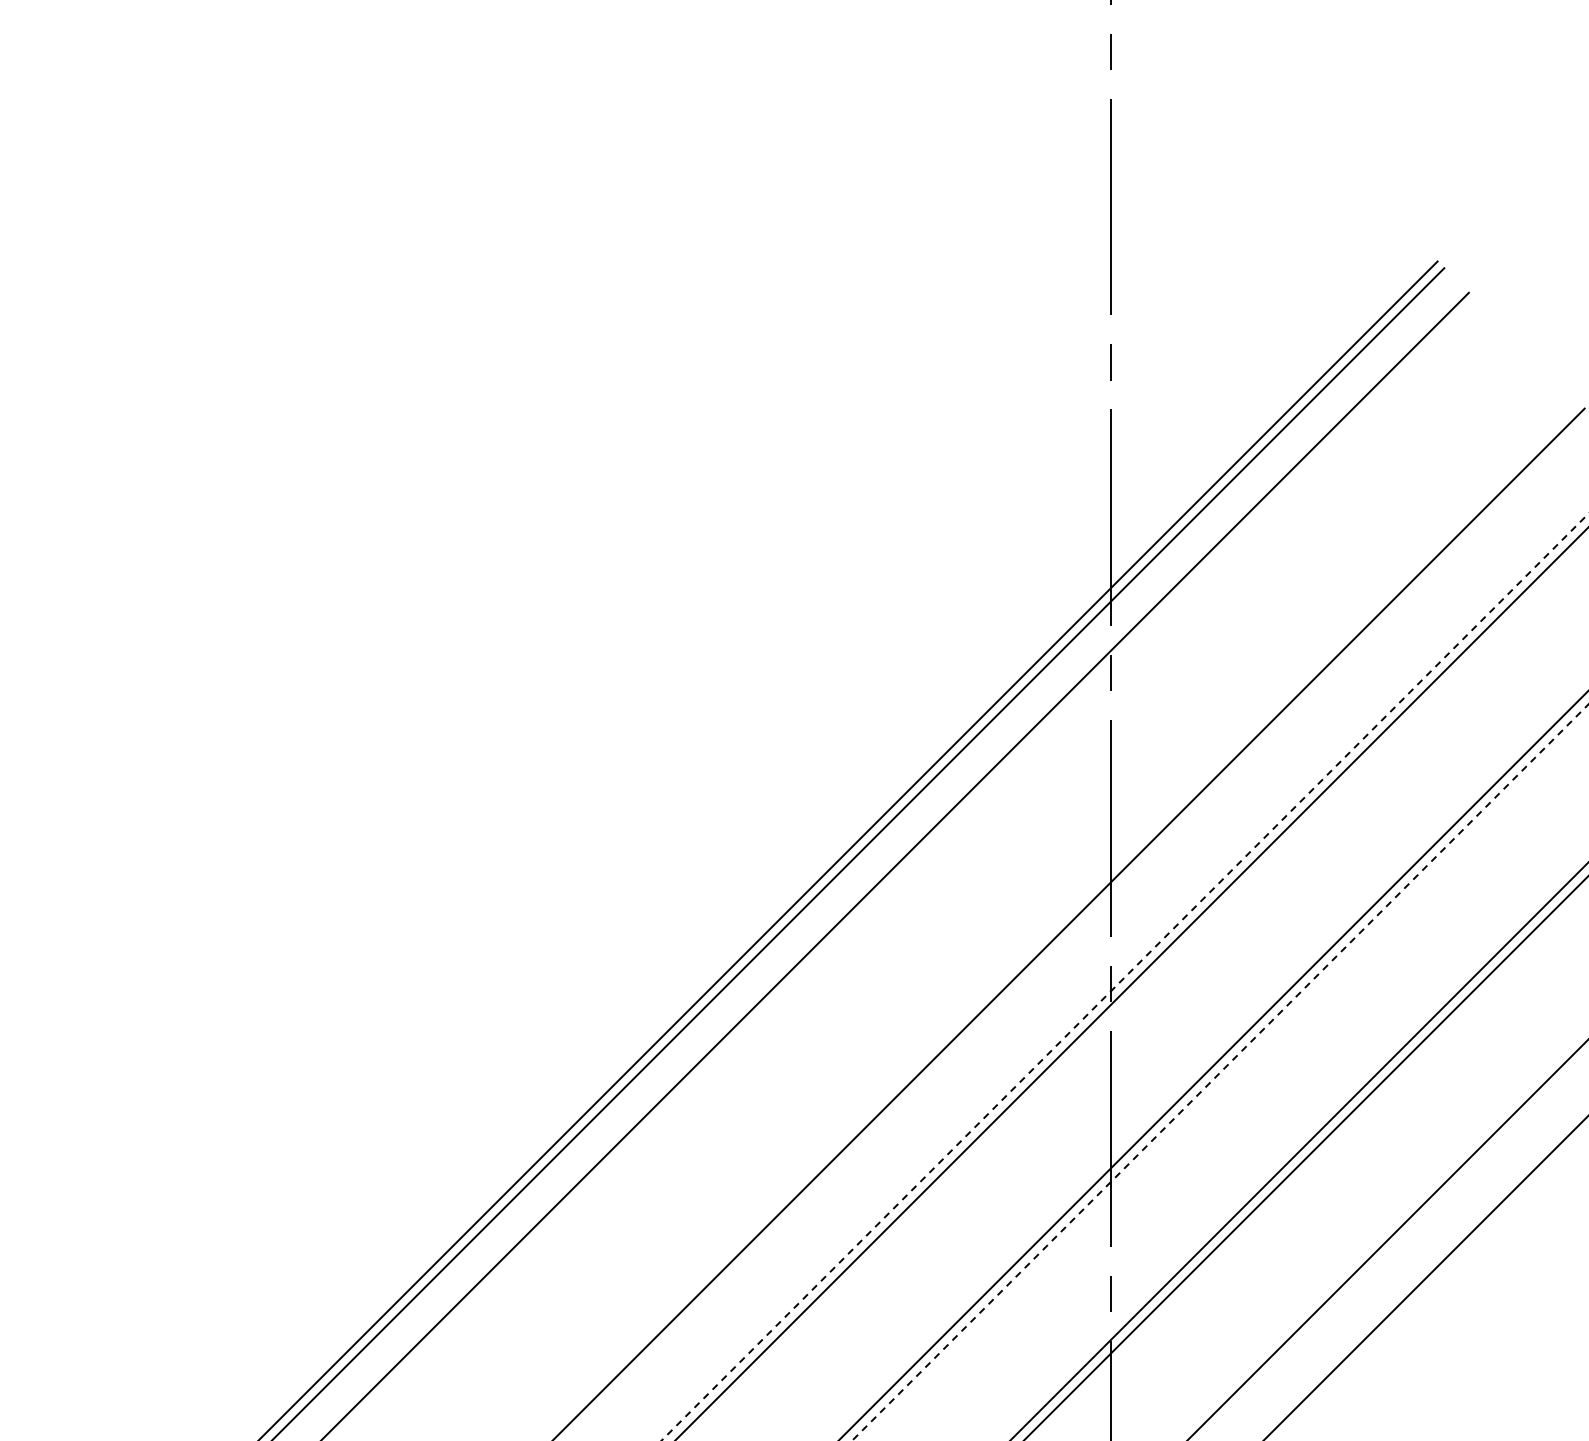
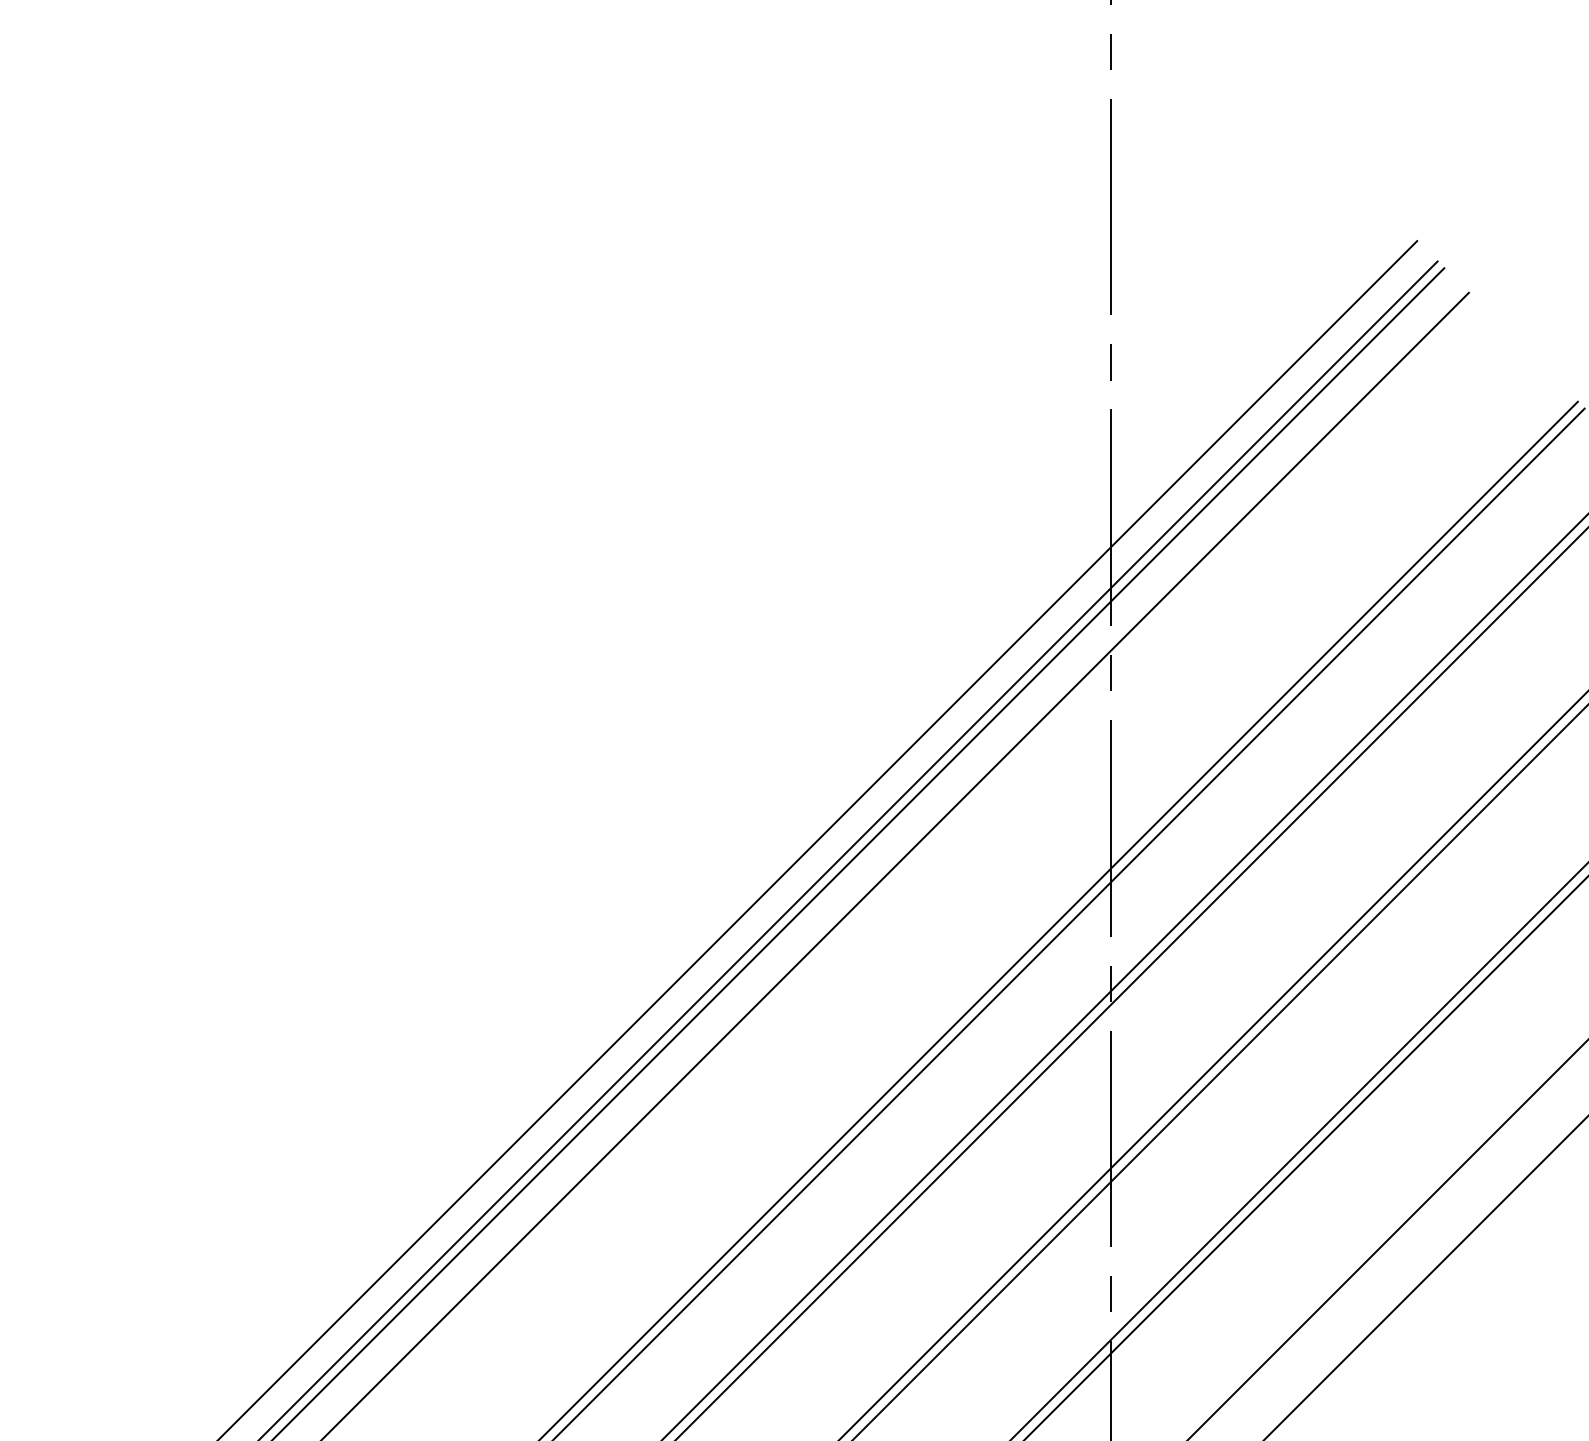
line at (818, 839): none -> present
line at (1059, 919): none -> present
line at (1125, 977): dashed -> solid
line at (1220, 1072): dashed -> solid
